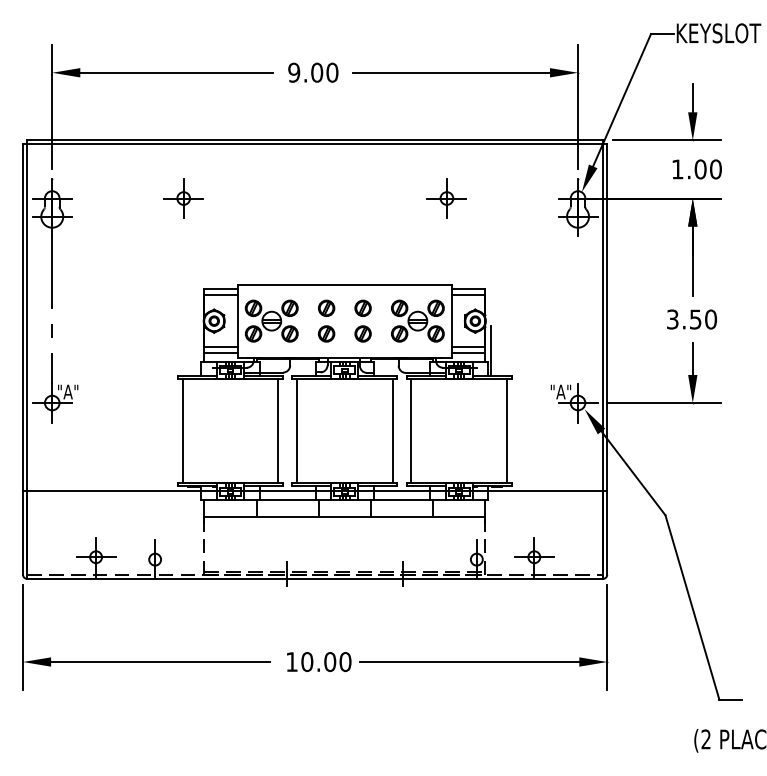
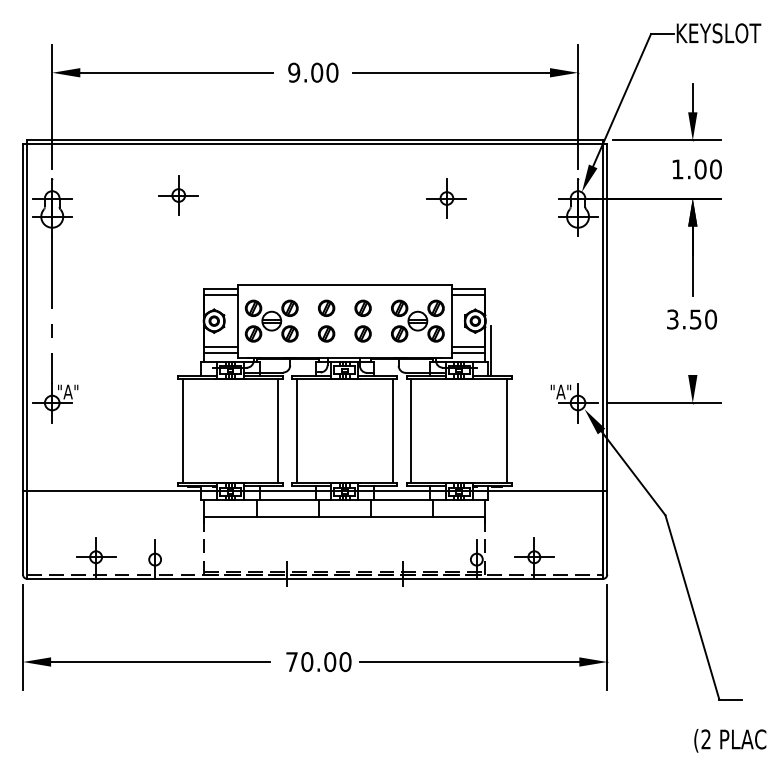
part at (183, 198) position: (183, 198) -> (178, 195)
line at (692, 359): present -> none
text at (291, 661): 10.00 -> 70.00
